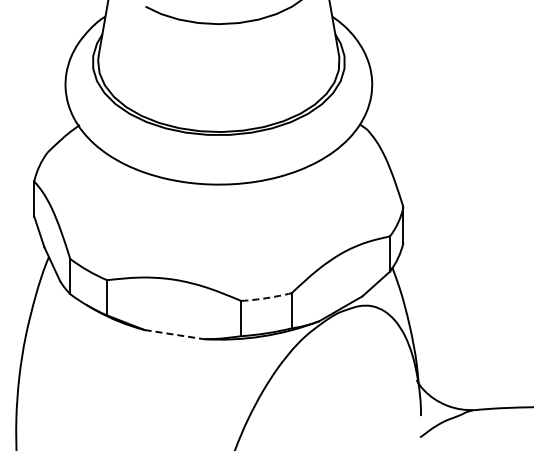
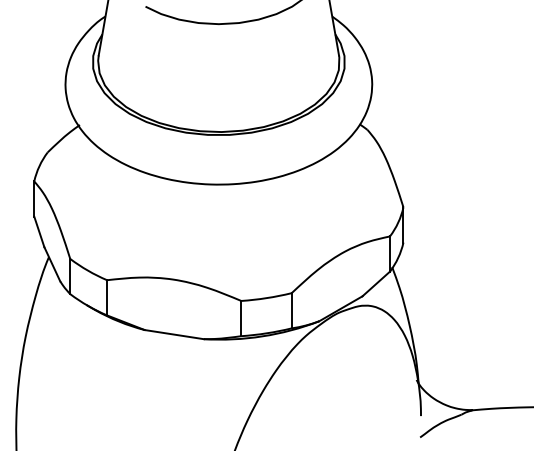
arc at (266, 298): dashed -> solid
line at (174, 334): dashed -> solid
